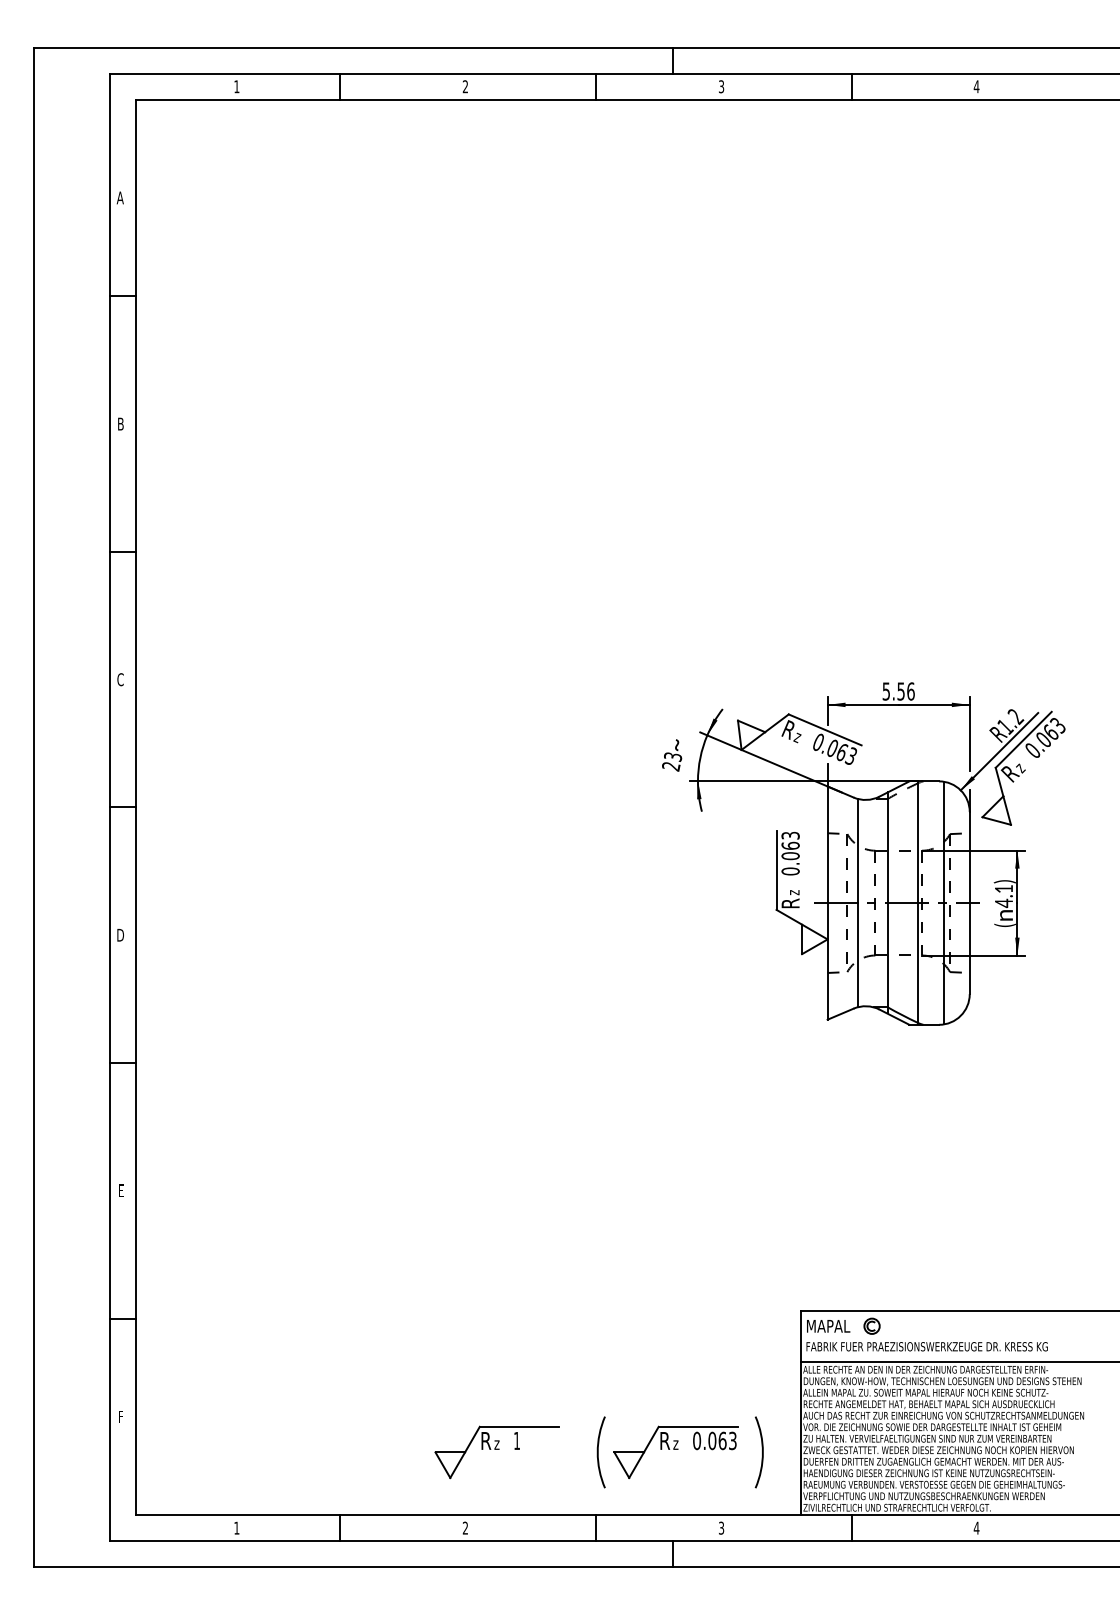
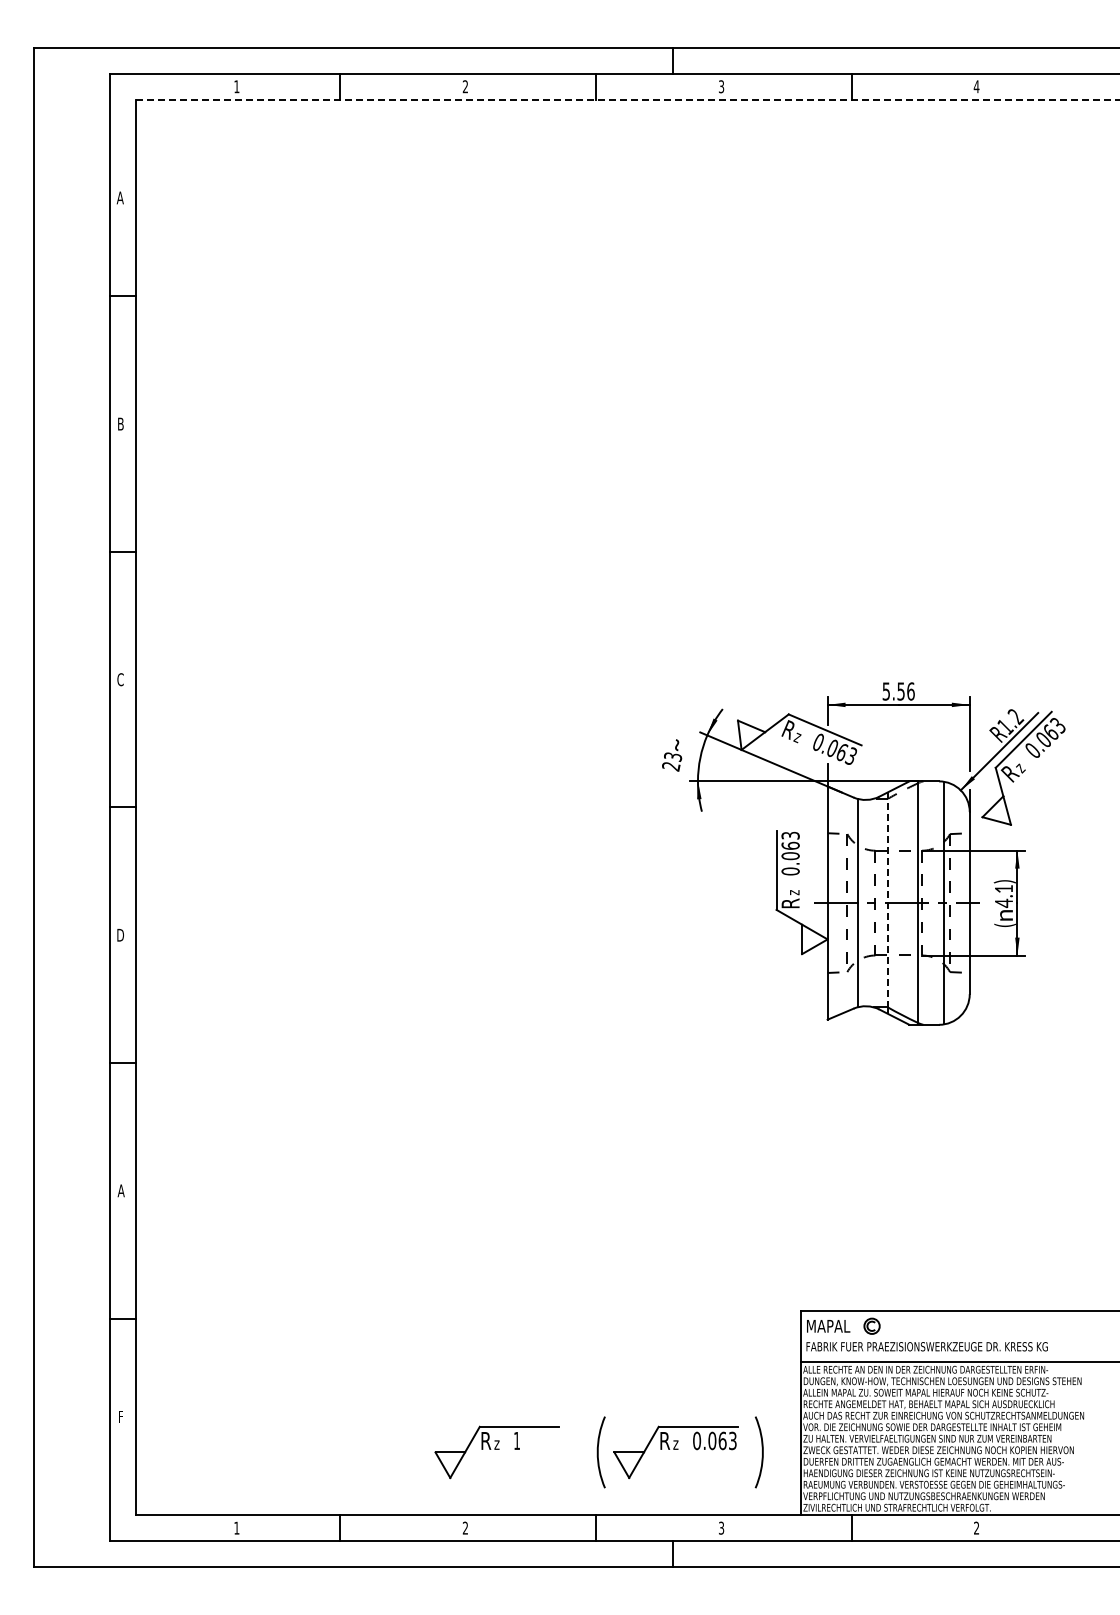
line at (627, 99): solid -> dashed
line at (887, 899): solid -> dashed
text at (120, 1190): E -> A
text at (976, 1527): 4 -> 2
